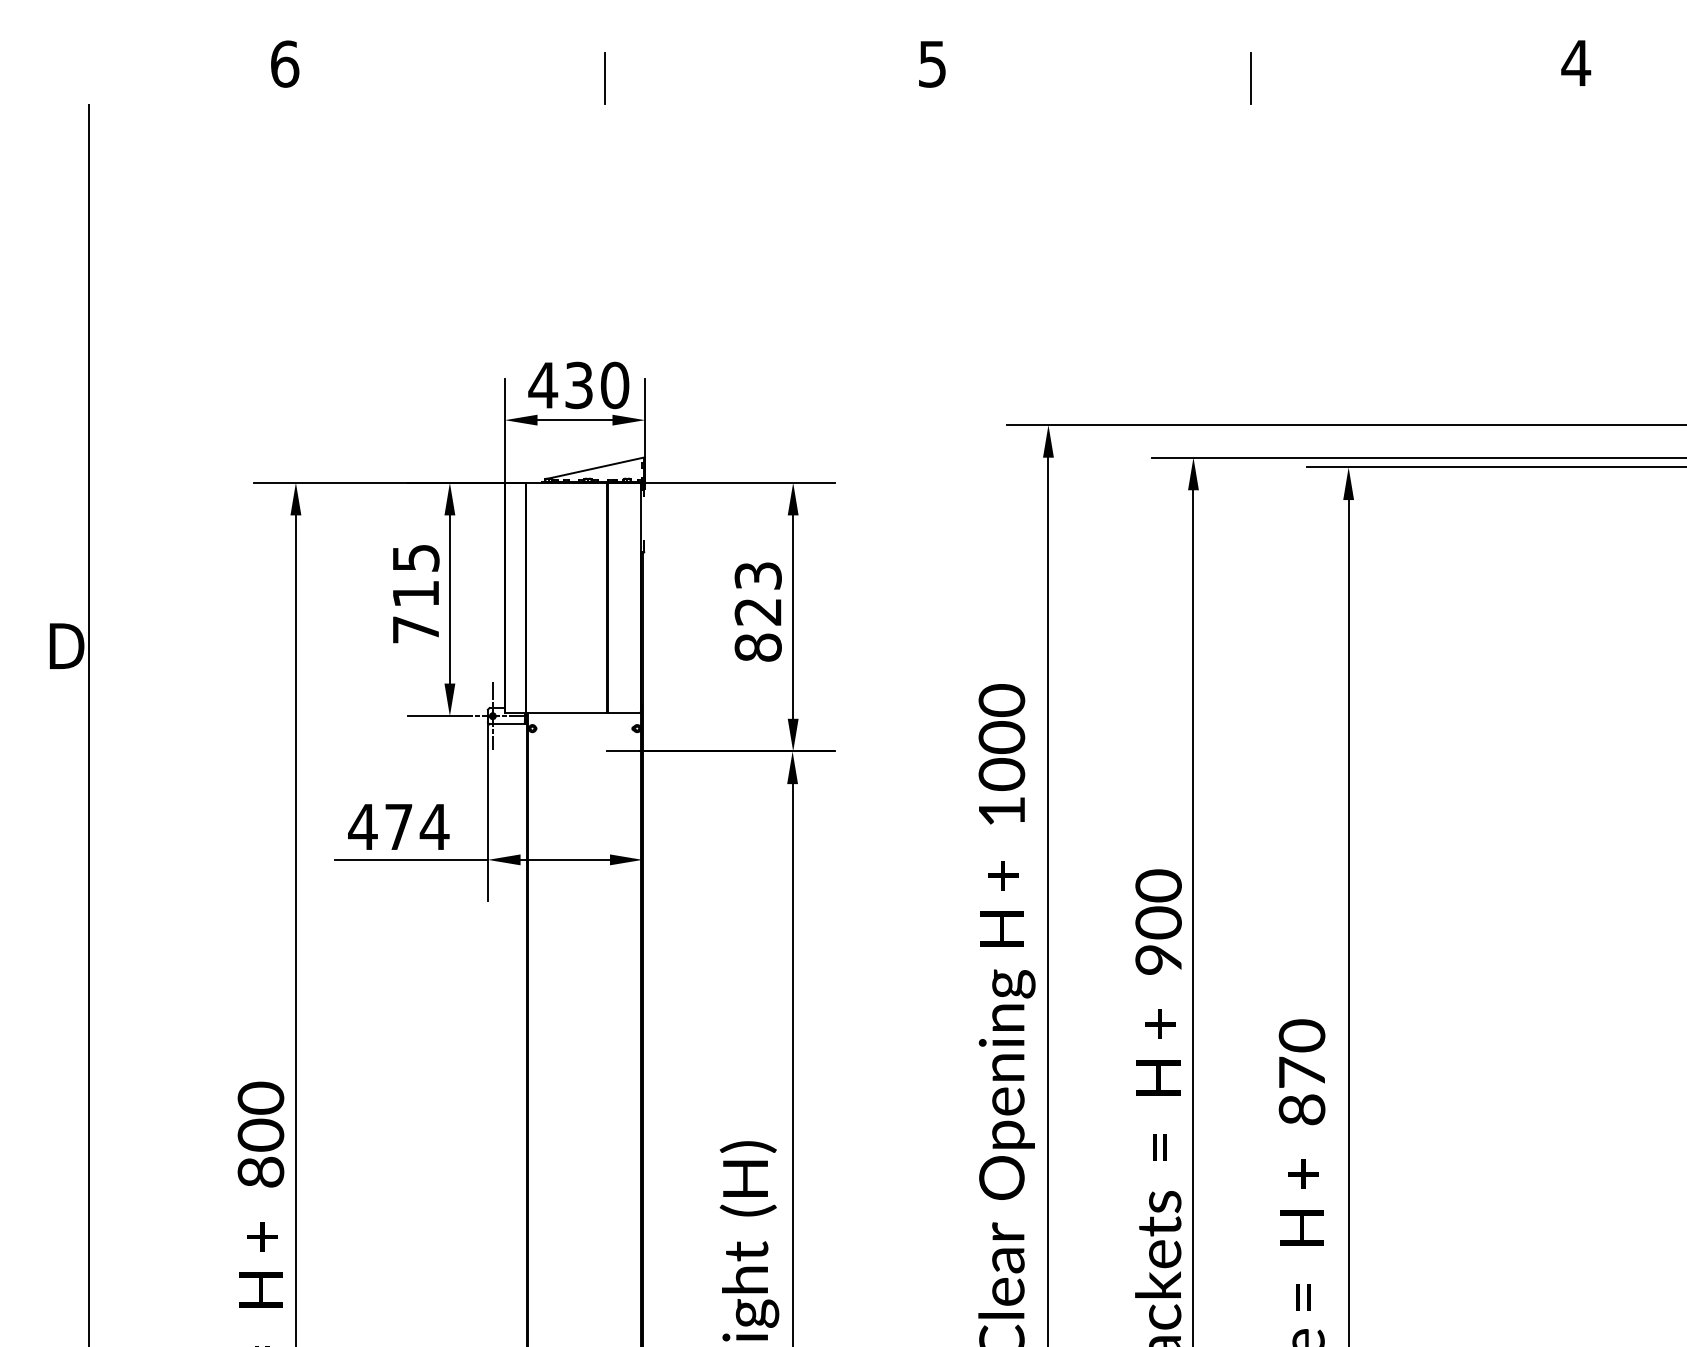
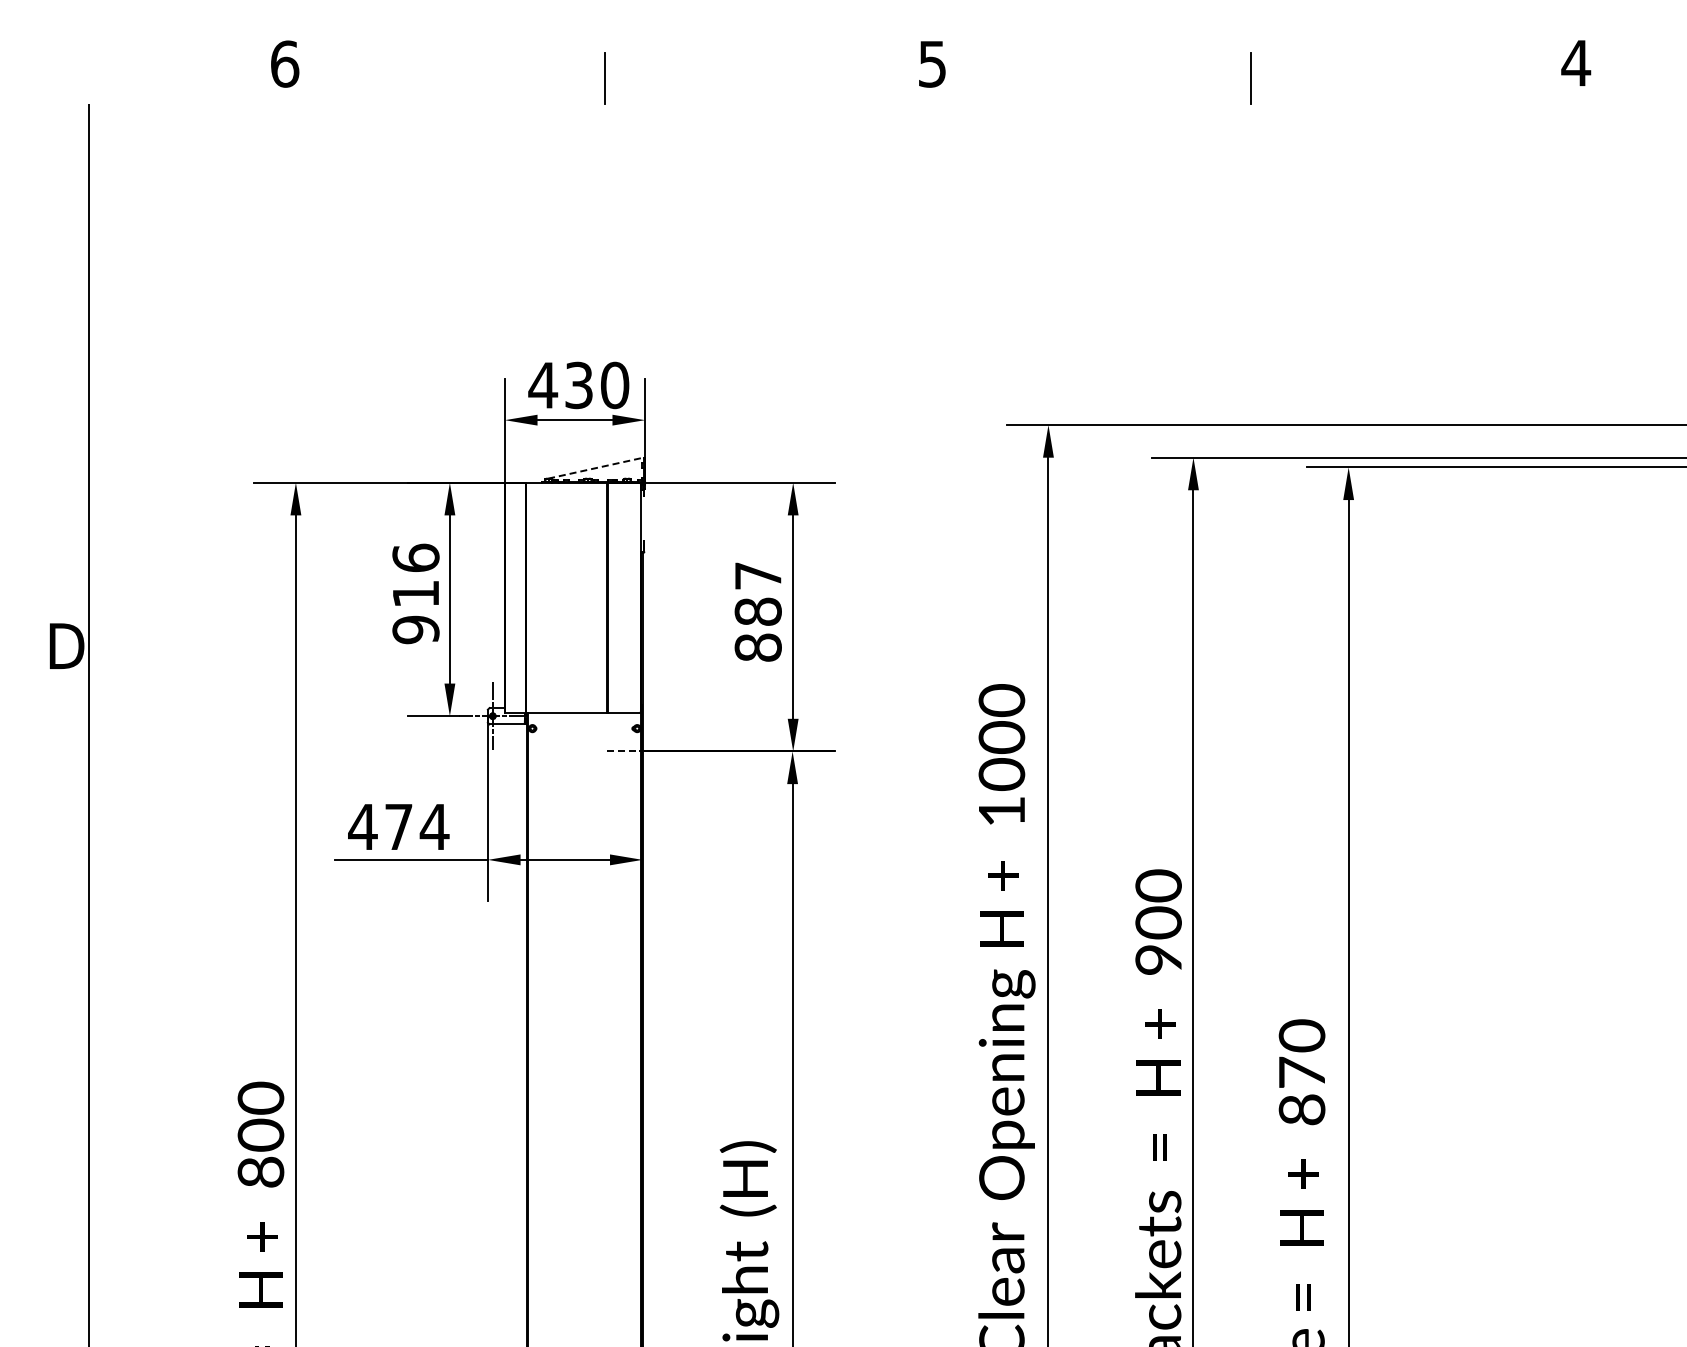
line at (595, 468): solid -> dashed
text at (415, 593): 715 -> 916
text at (757, 593): 823 -> 887
line at (624, 751): solid -> dashed
